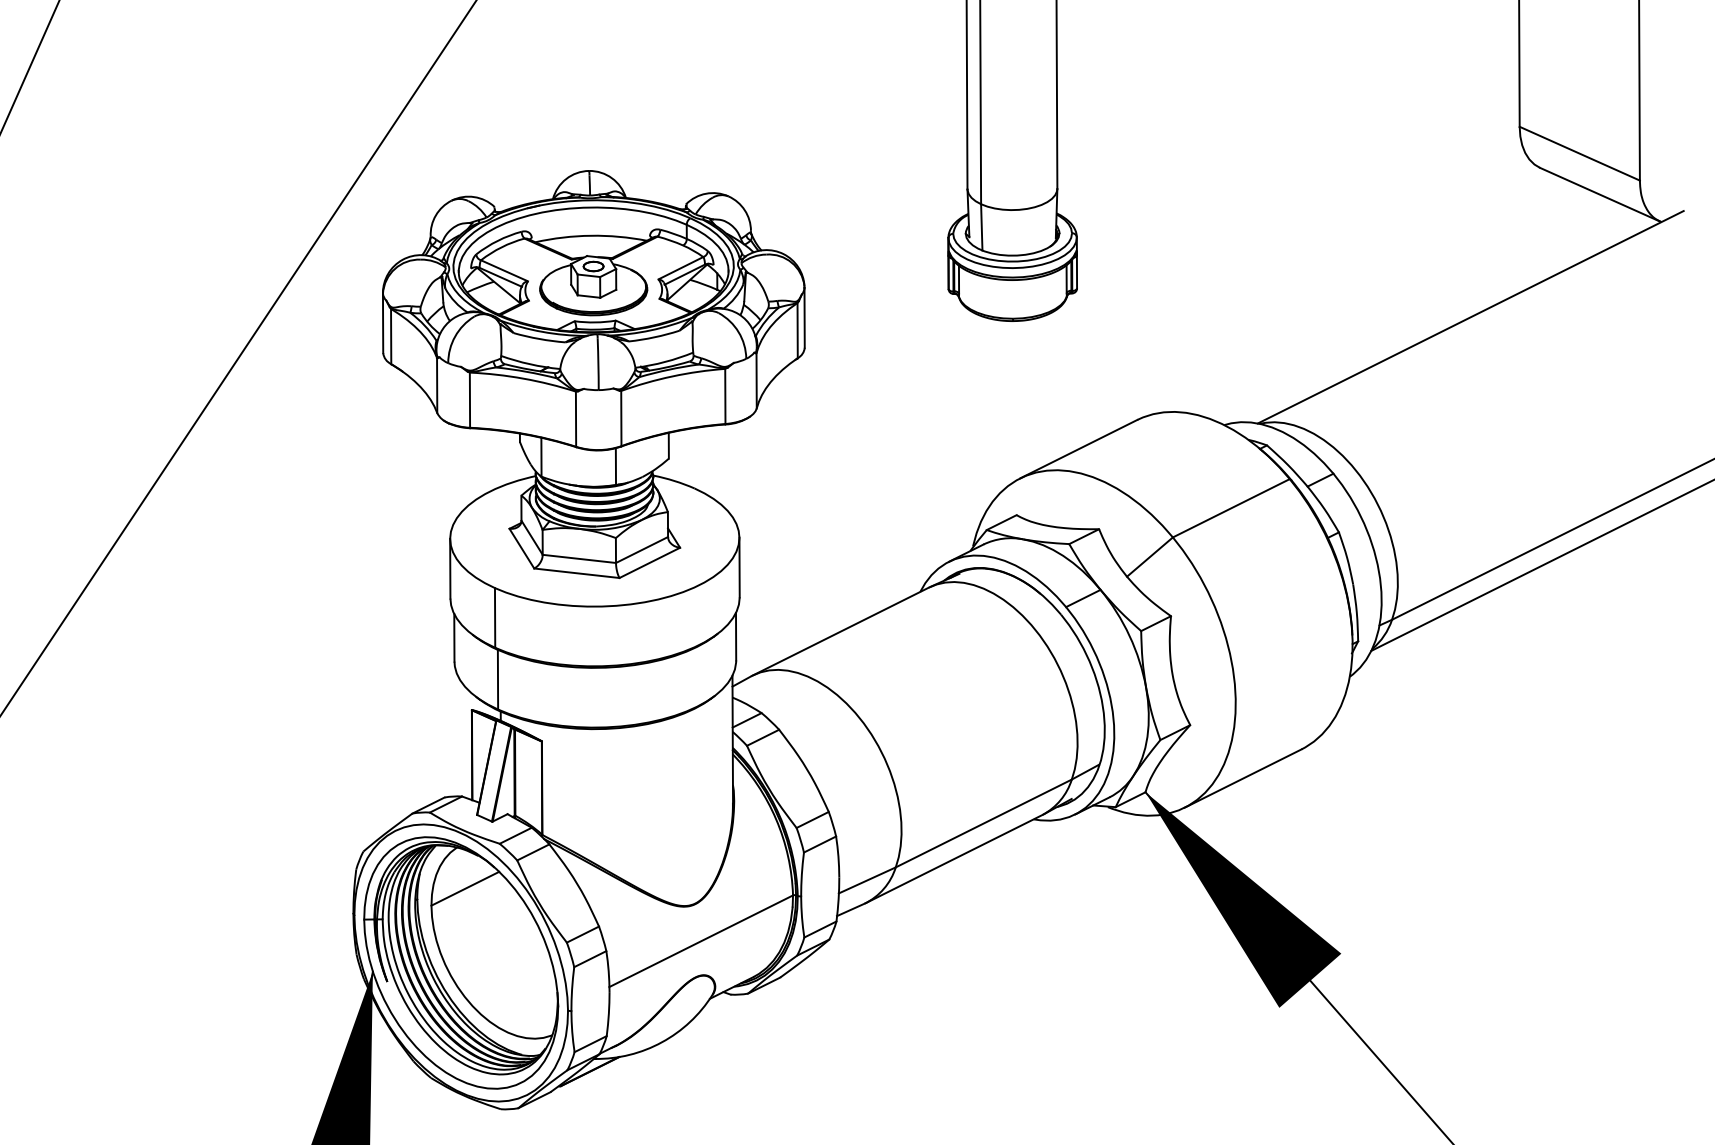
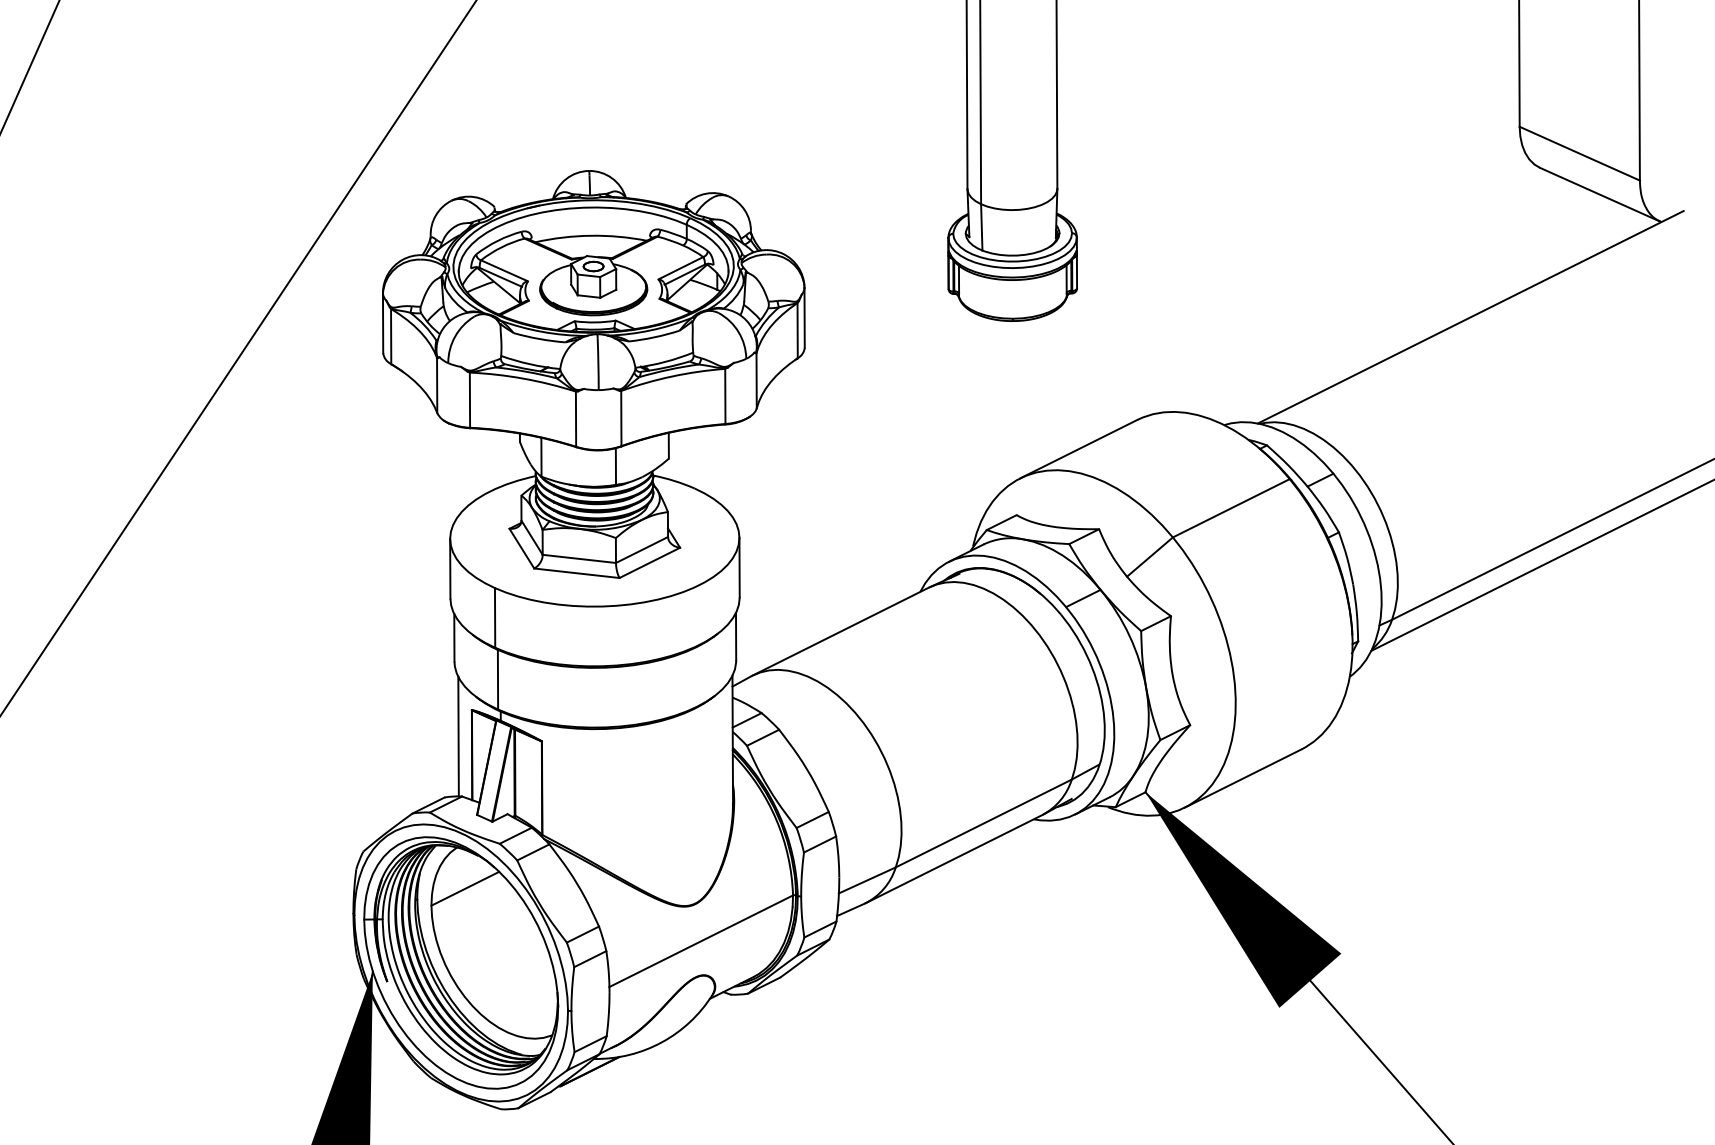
line at (458, 736): none -> present
